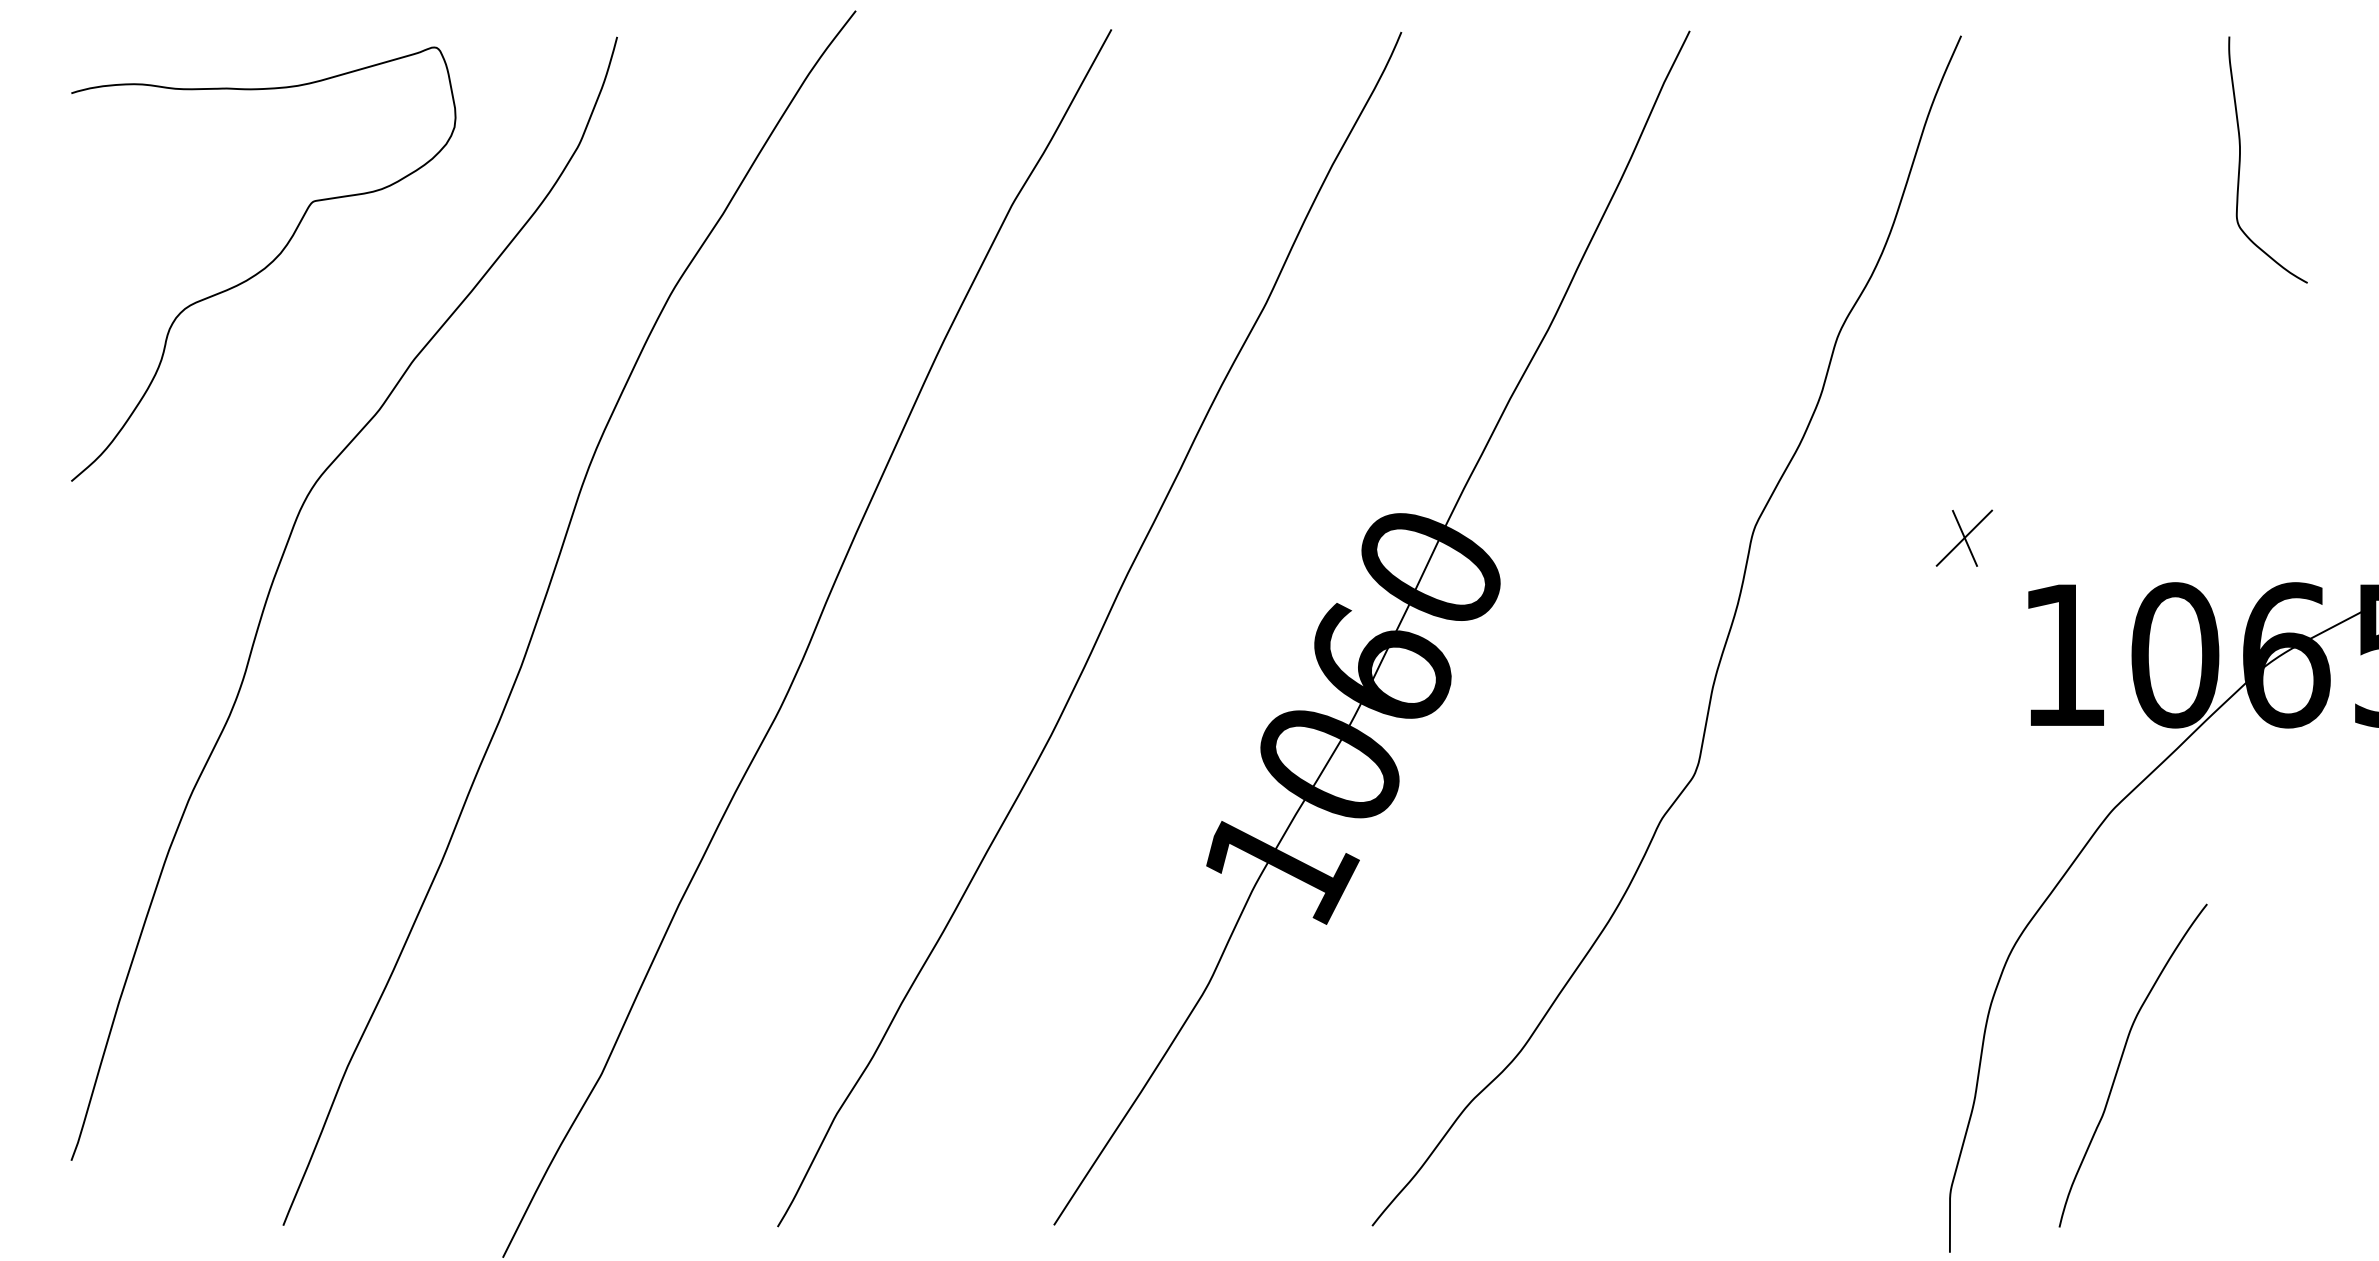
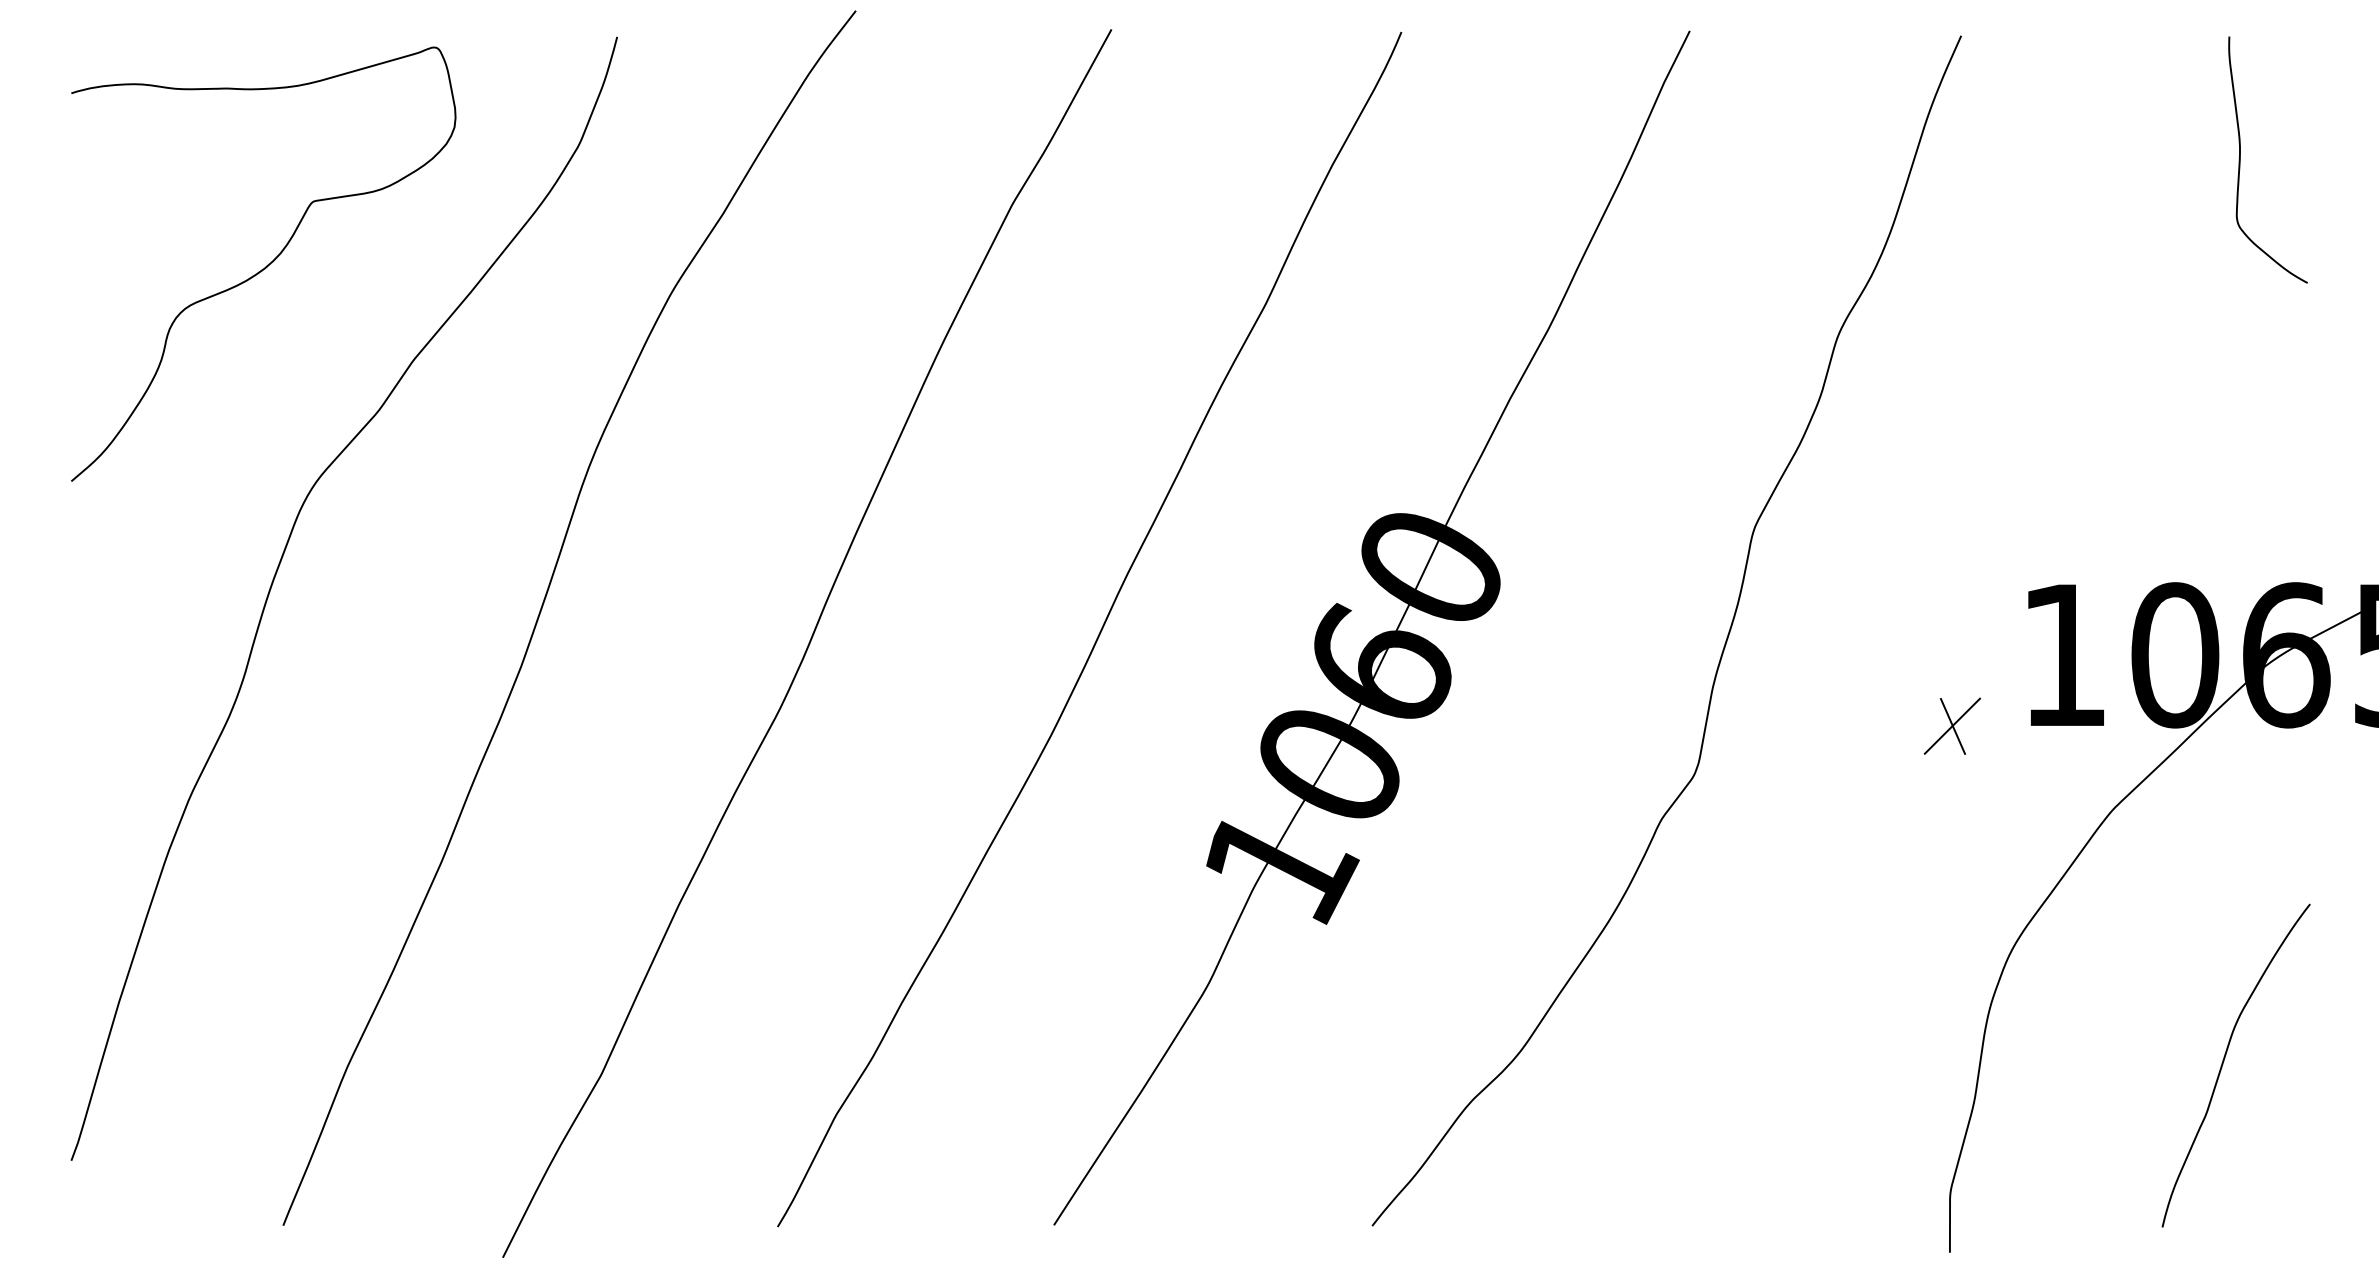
part at (1964, 537) position: (1964, 537) -> (1952, 725)
curve at (2121, 1061) position: (2121, 1061) -> (2224, 1061)
